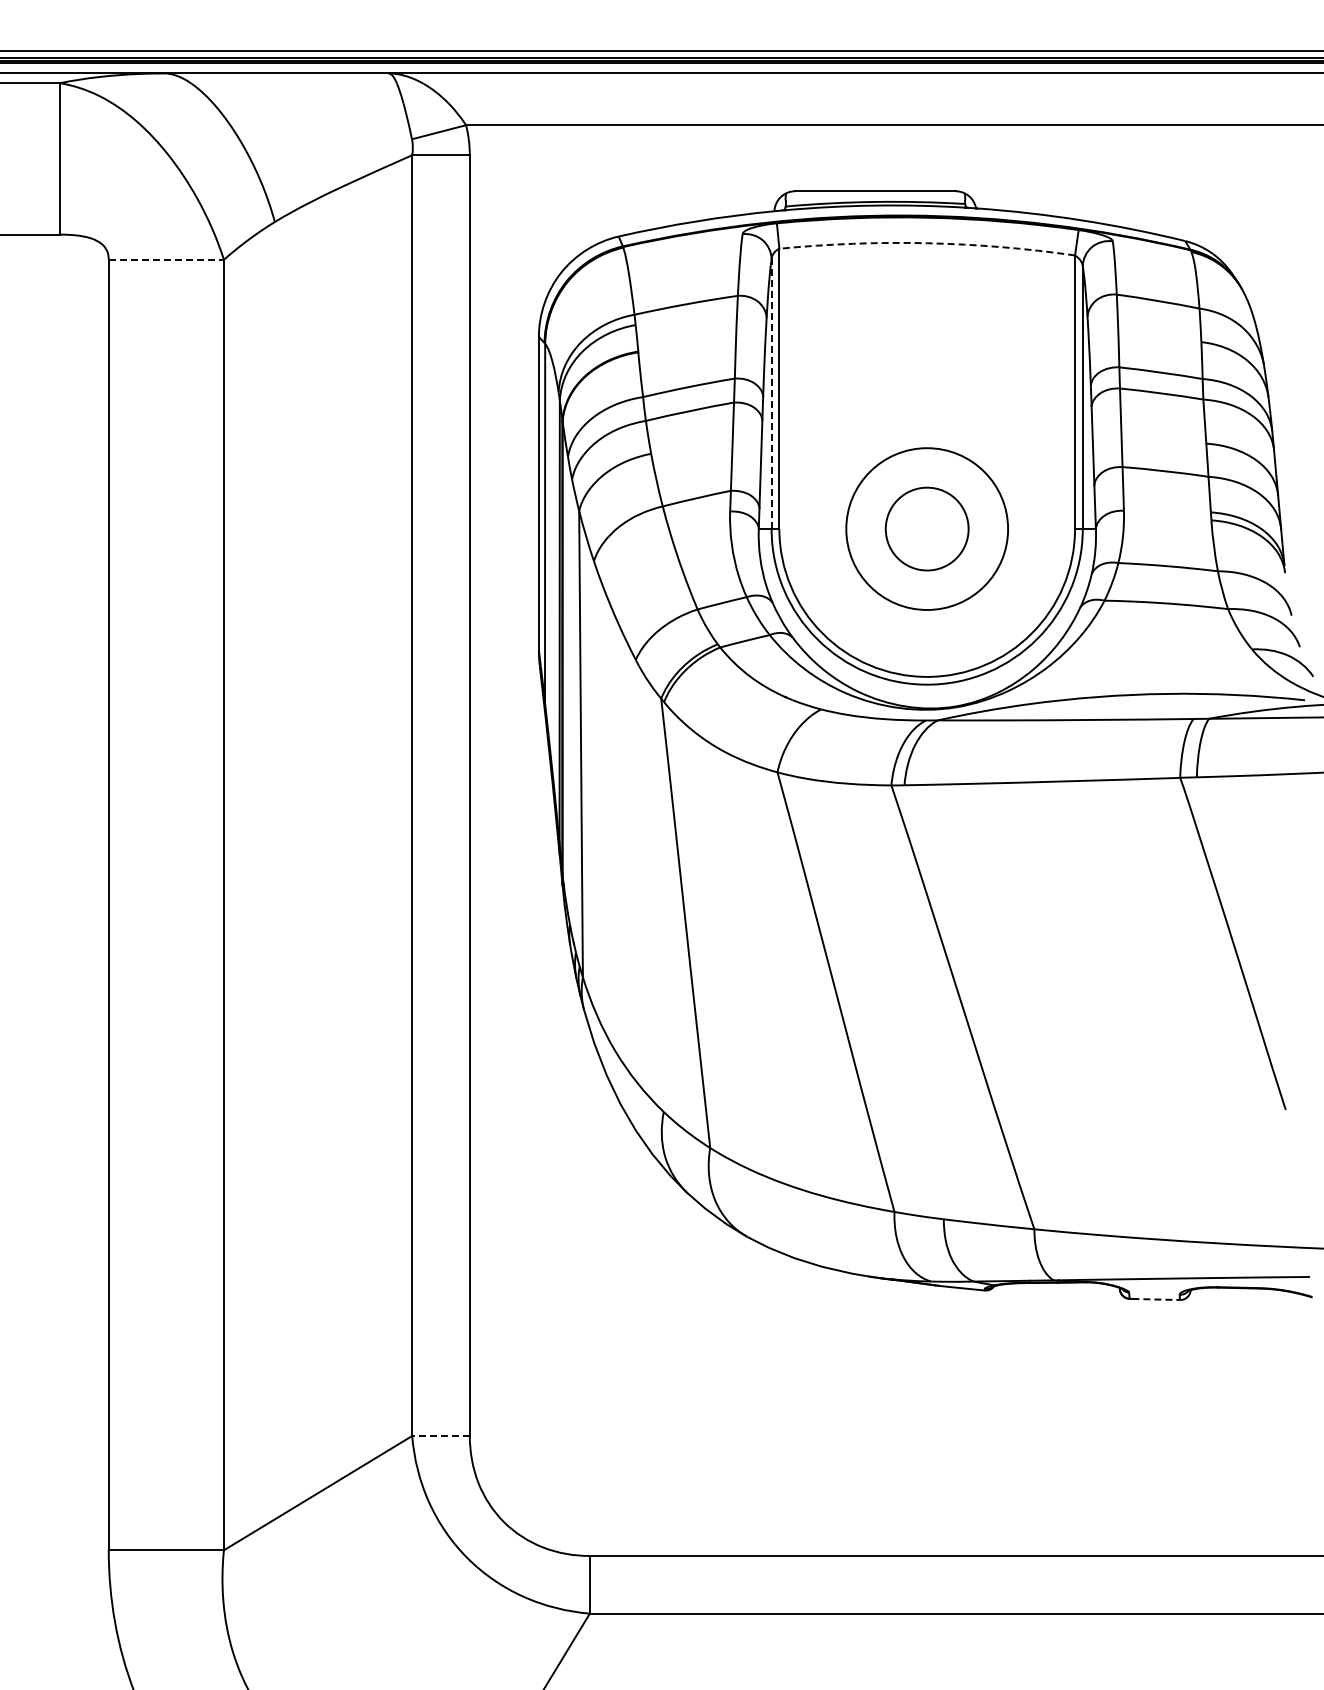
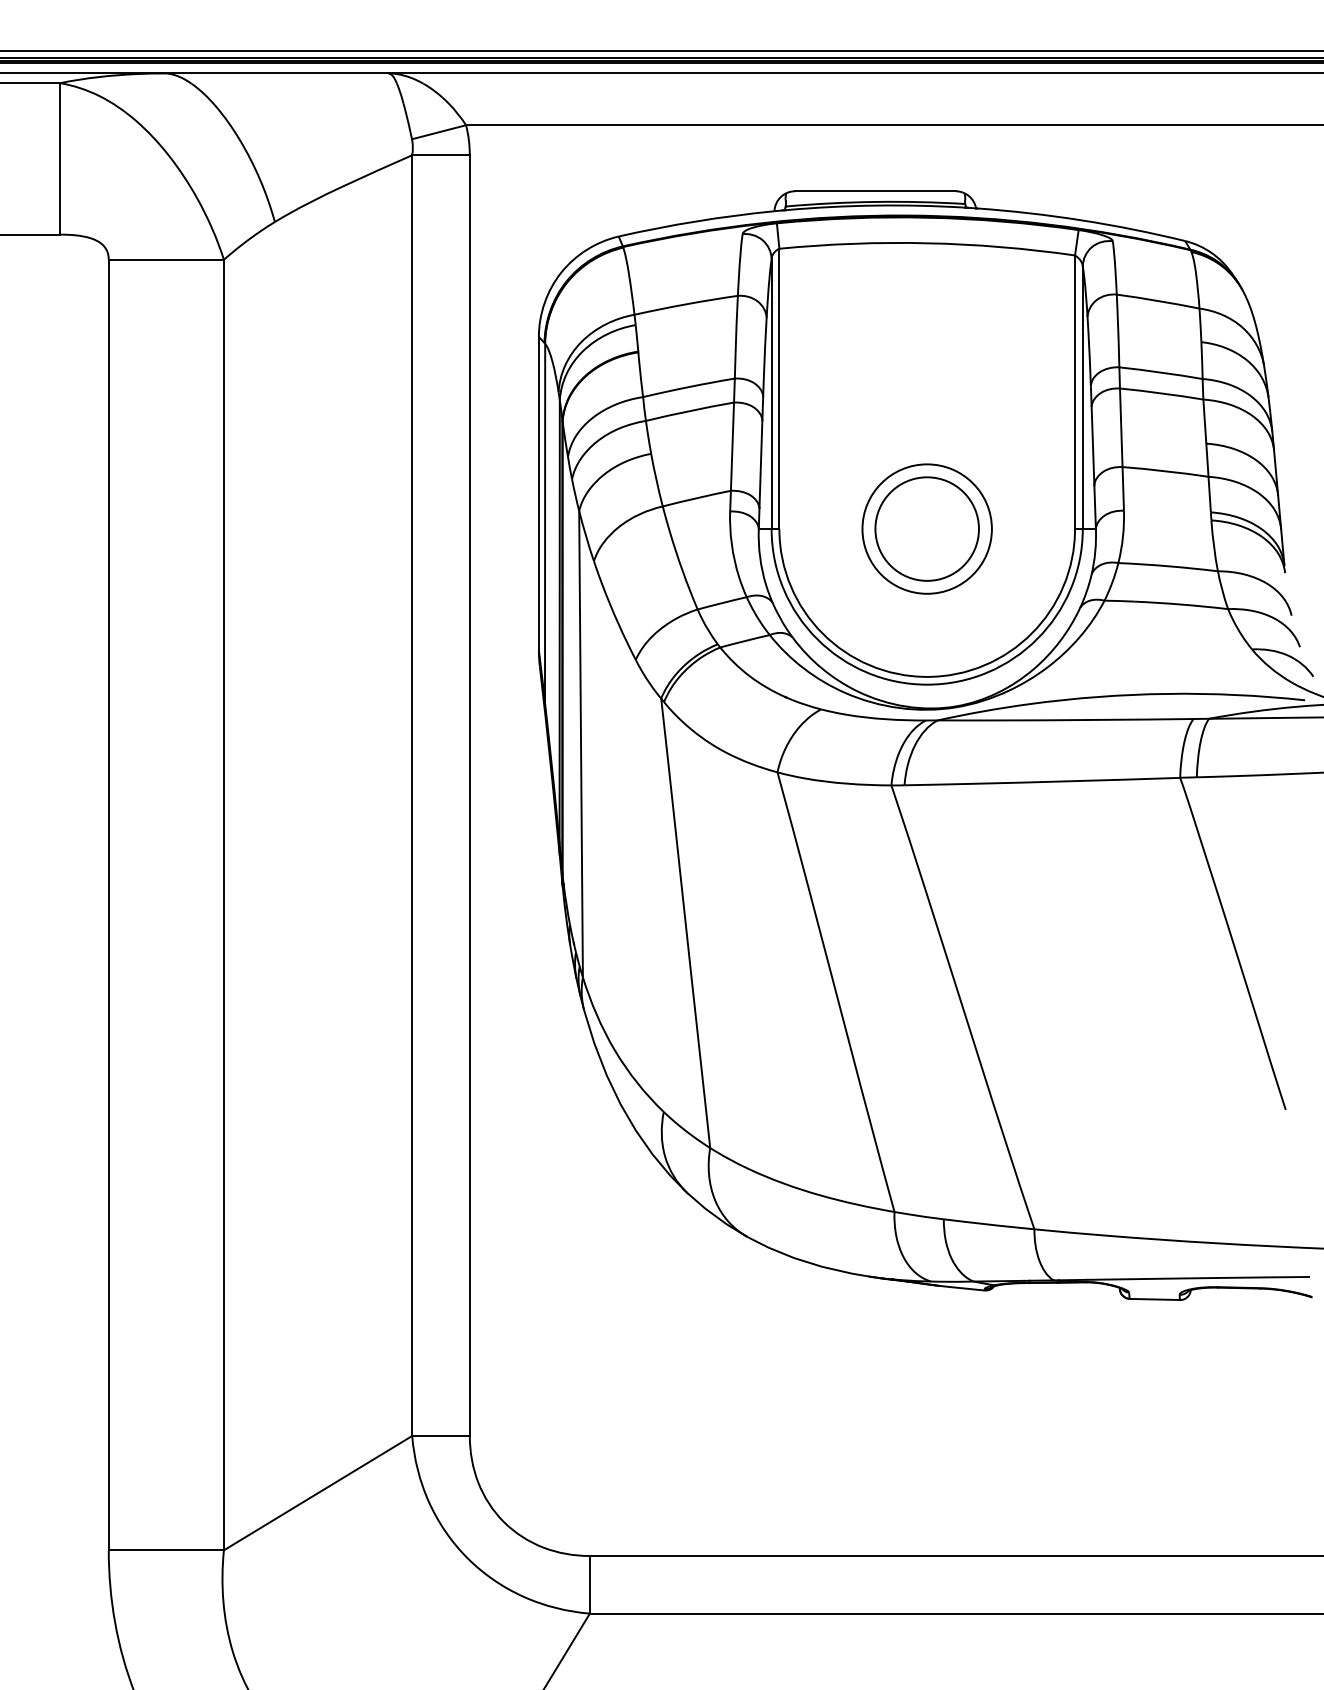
arc at (927, 243): dashed -> solid
line at (166, 259): dashed -> solid
line at (771, 394): dashed -> solid
circle at (926, 528) diameter: 83 px -> 104 px
circle at (927, 529) diameter: 162 px -> 129 px
line at (1156, 1299): dashed -> solid
line at (441, 1435): dashed -> solid
